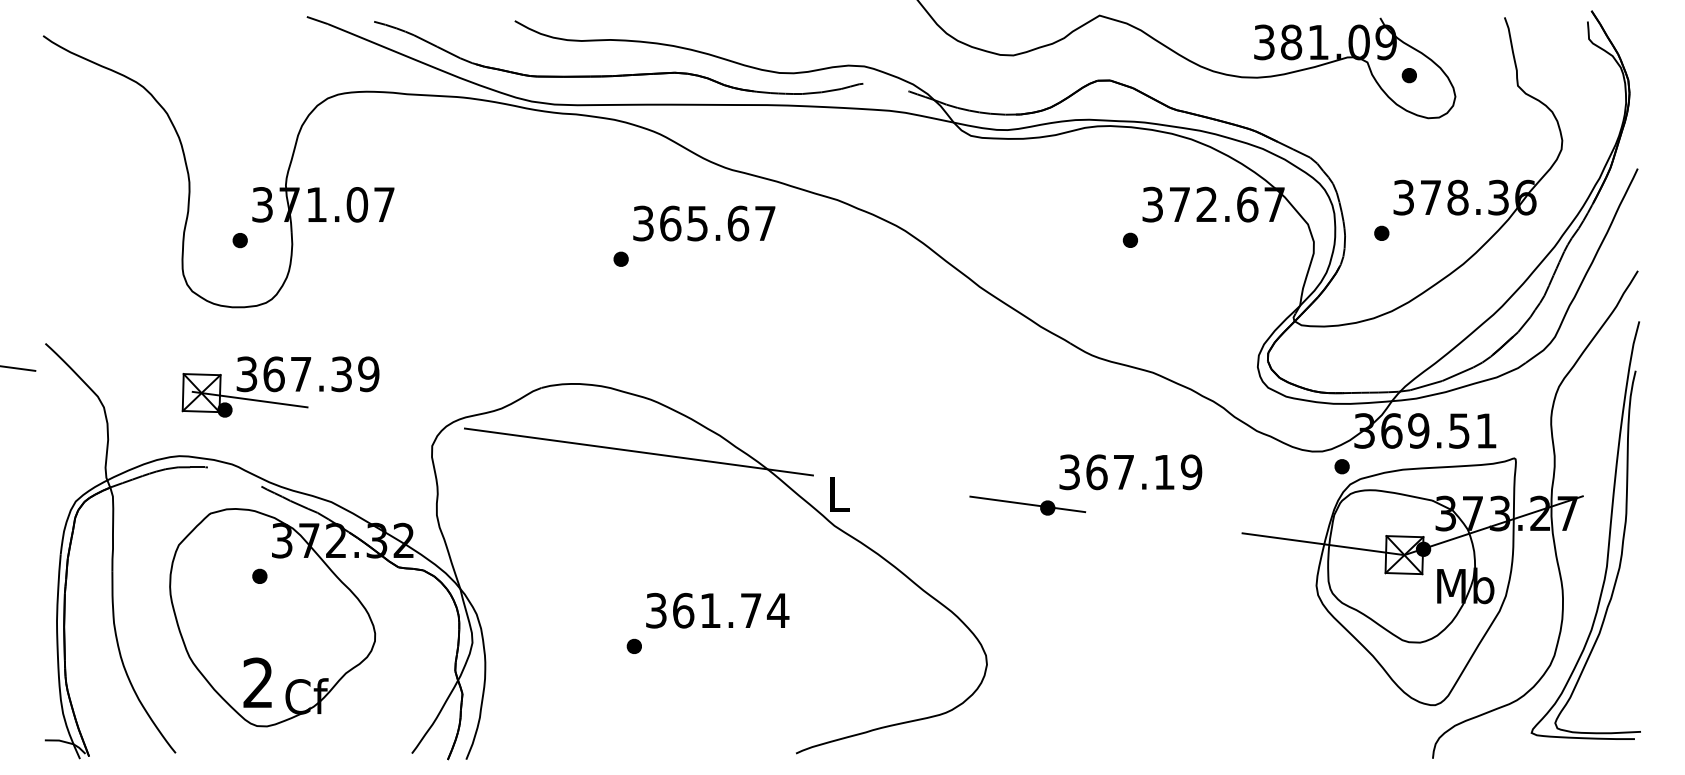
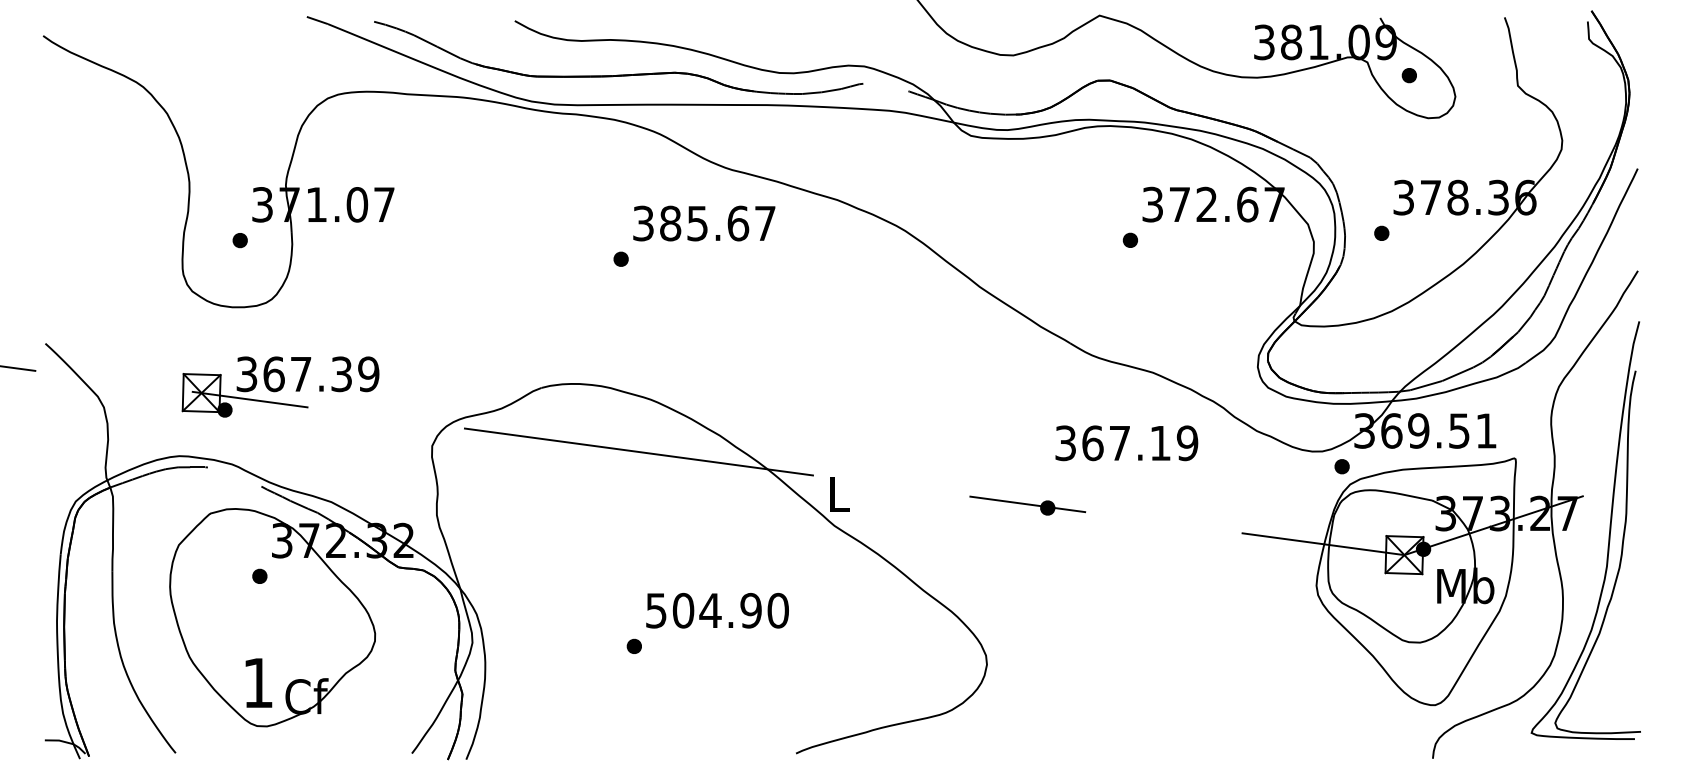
text at (670, 223): 365.67 -> 385.67
text at (1130, 472) position: (1130, 472) -> (1126, 443)
text at (717, 610): 361.74 -> 504.90
text at (257, 682): 2 -> 1
